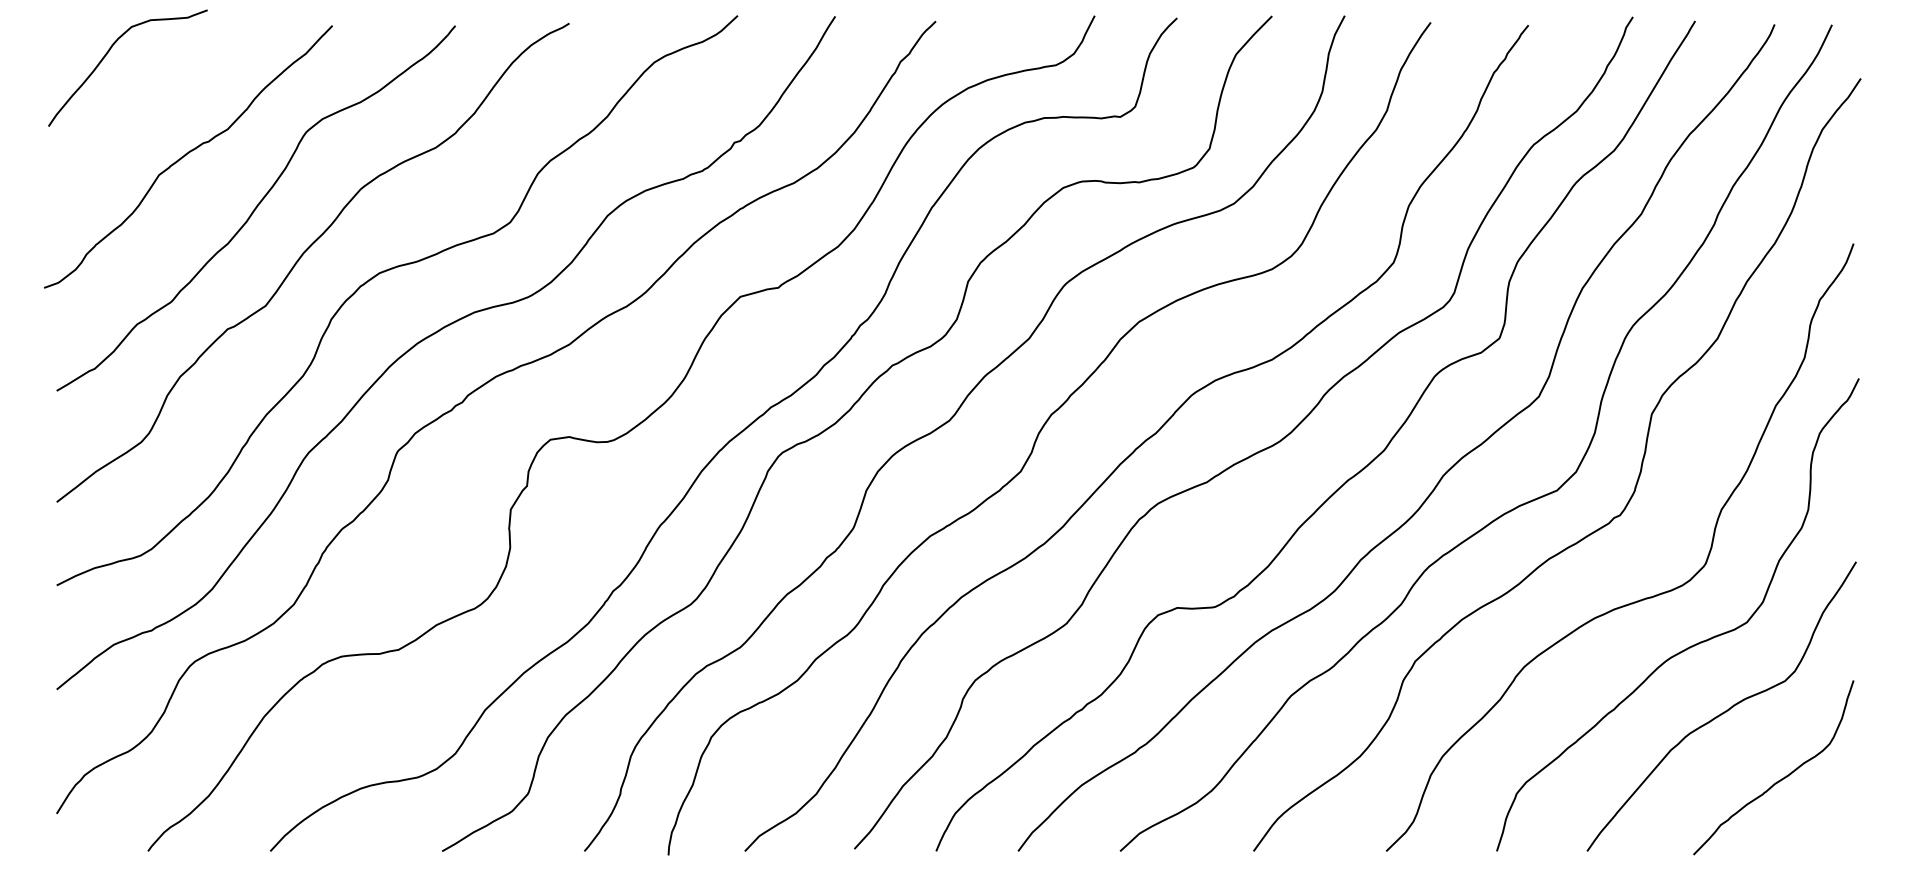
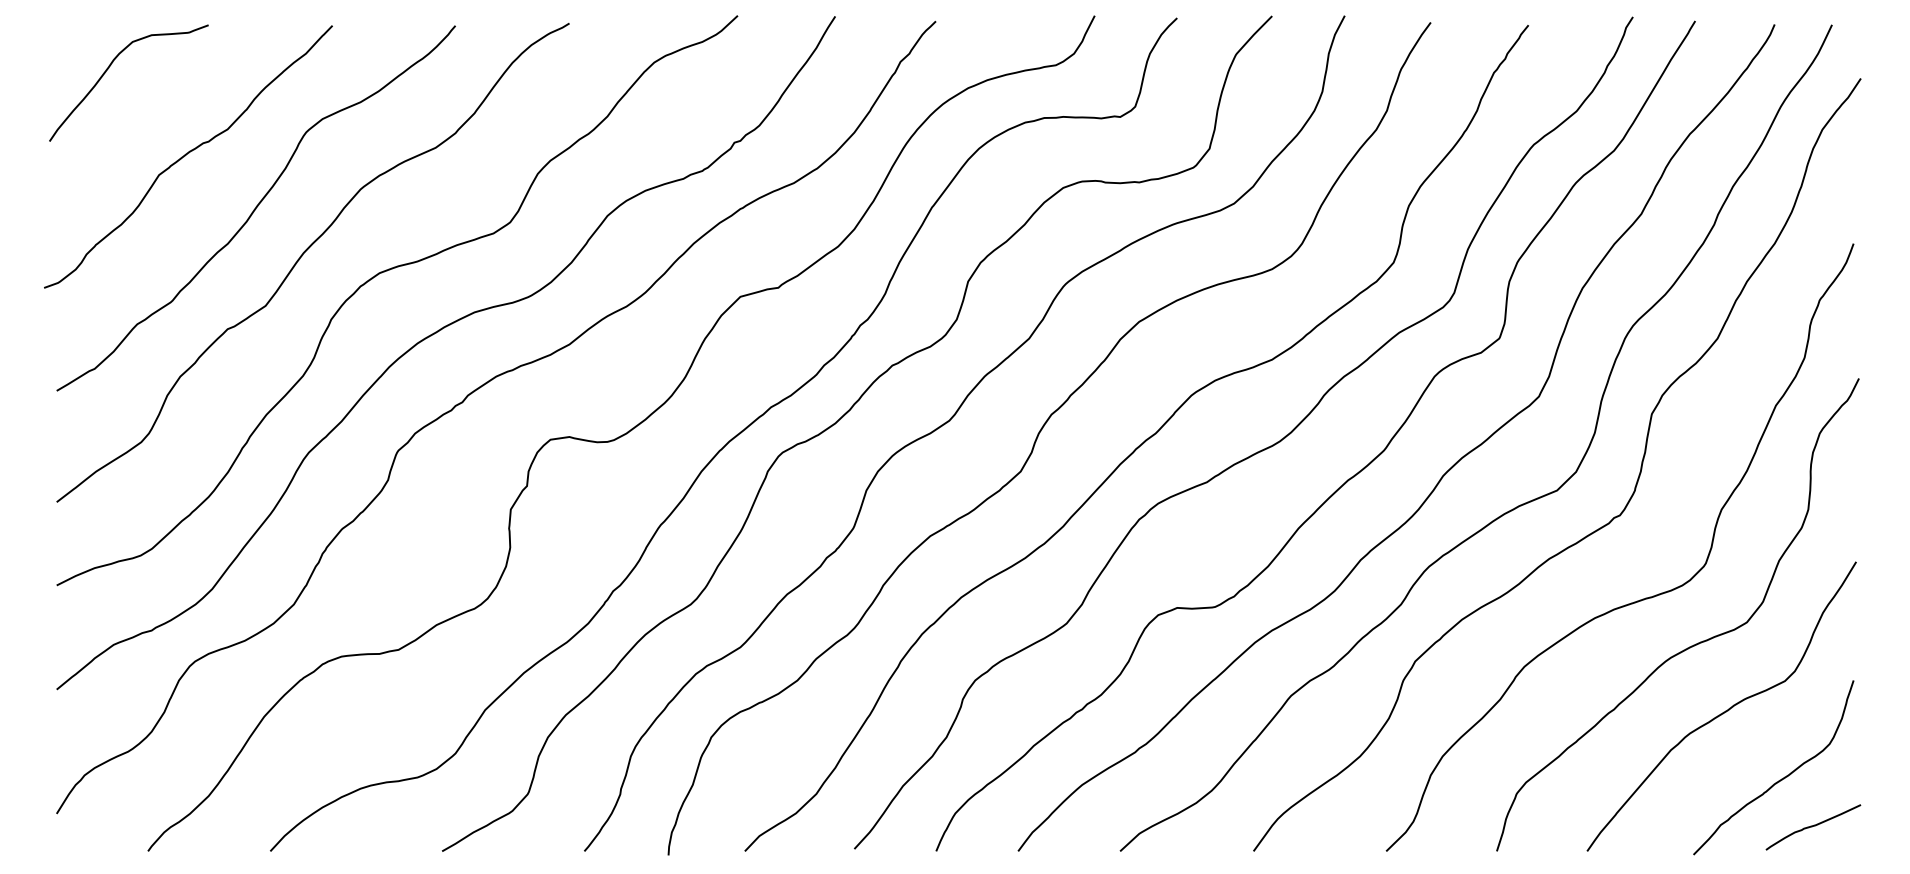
curve at (108, 53) position: (108, 53) -> (109, 68)
curve at (1813, 826): none -> present
